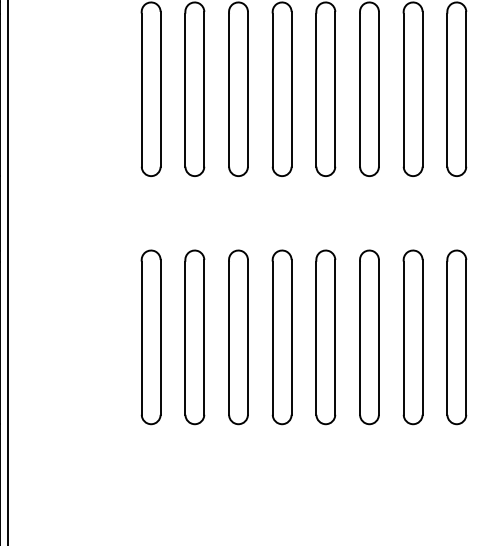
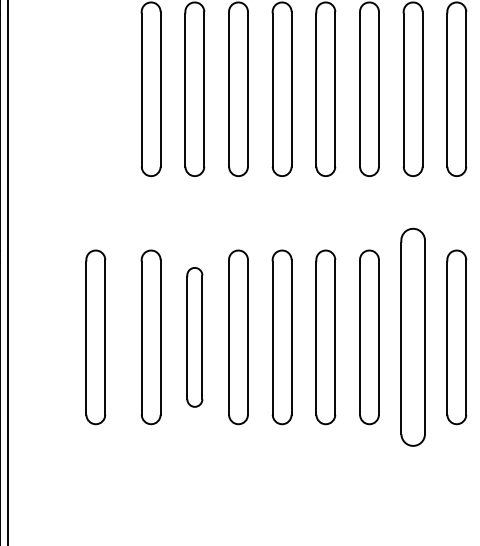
part at (95, 337): none -> present
part at (194, 337) size: 22x177 px -> 18x141 px
part at (412, 337) size: 22x177 px -> 26x220 px
